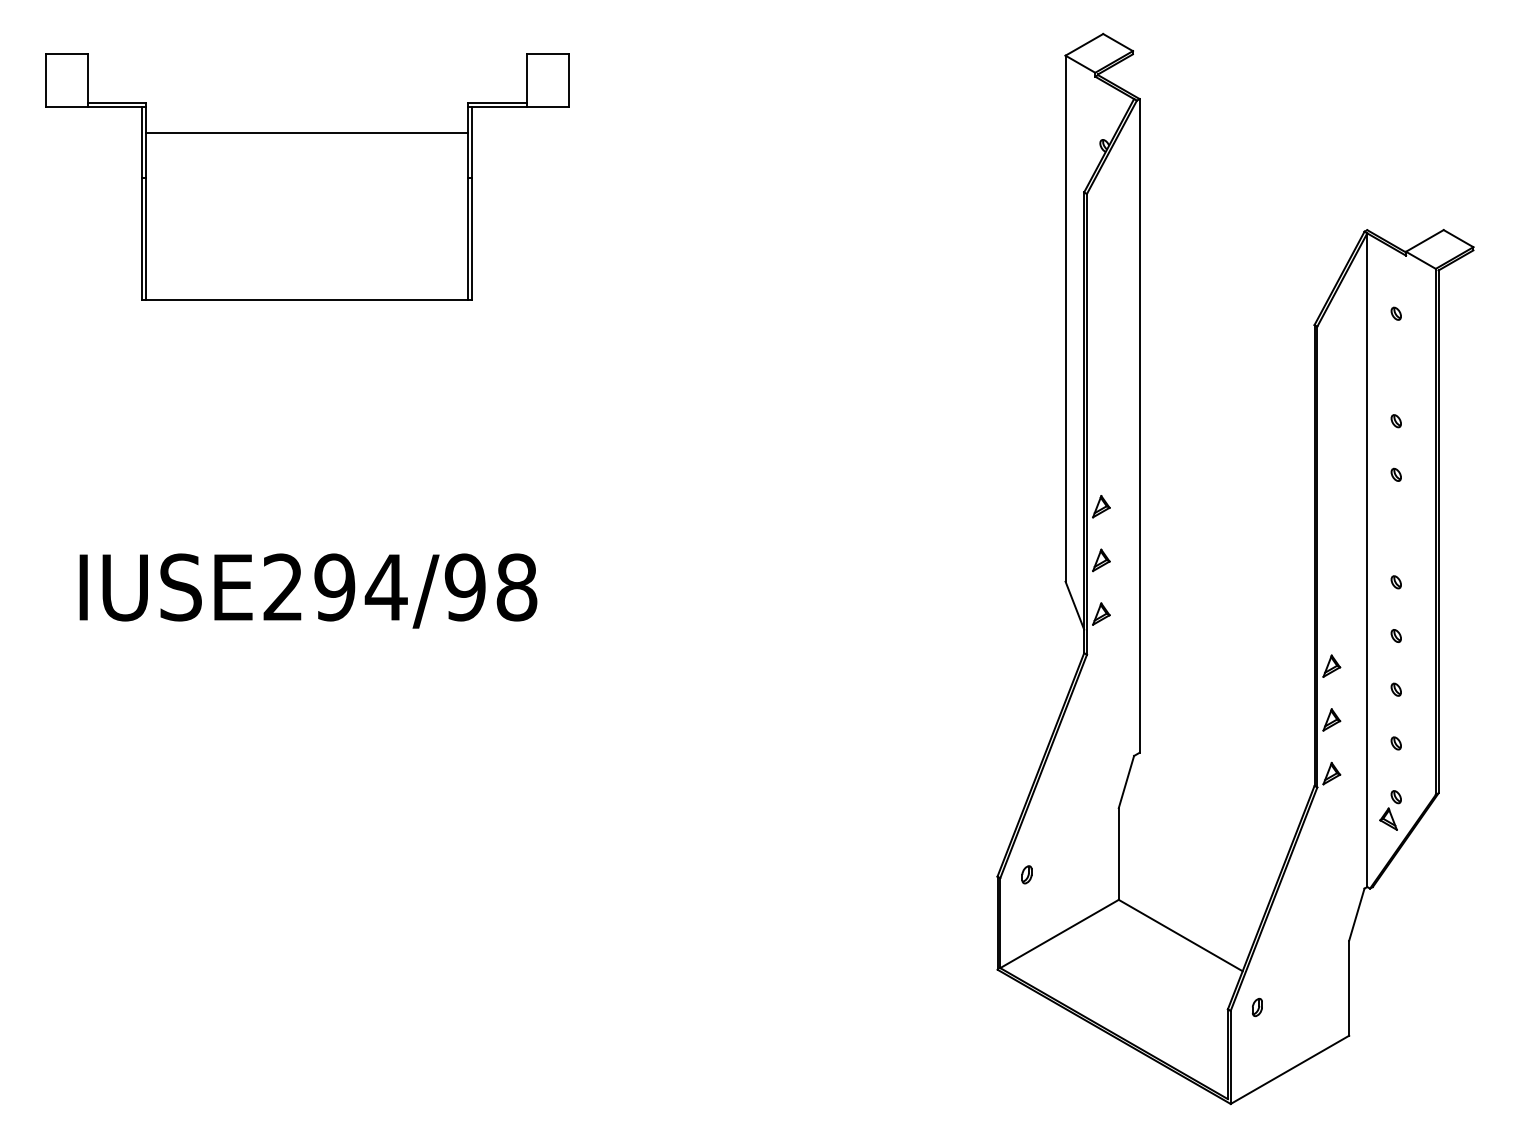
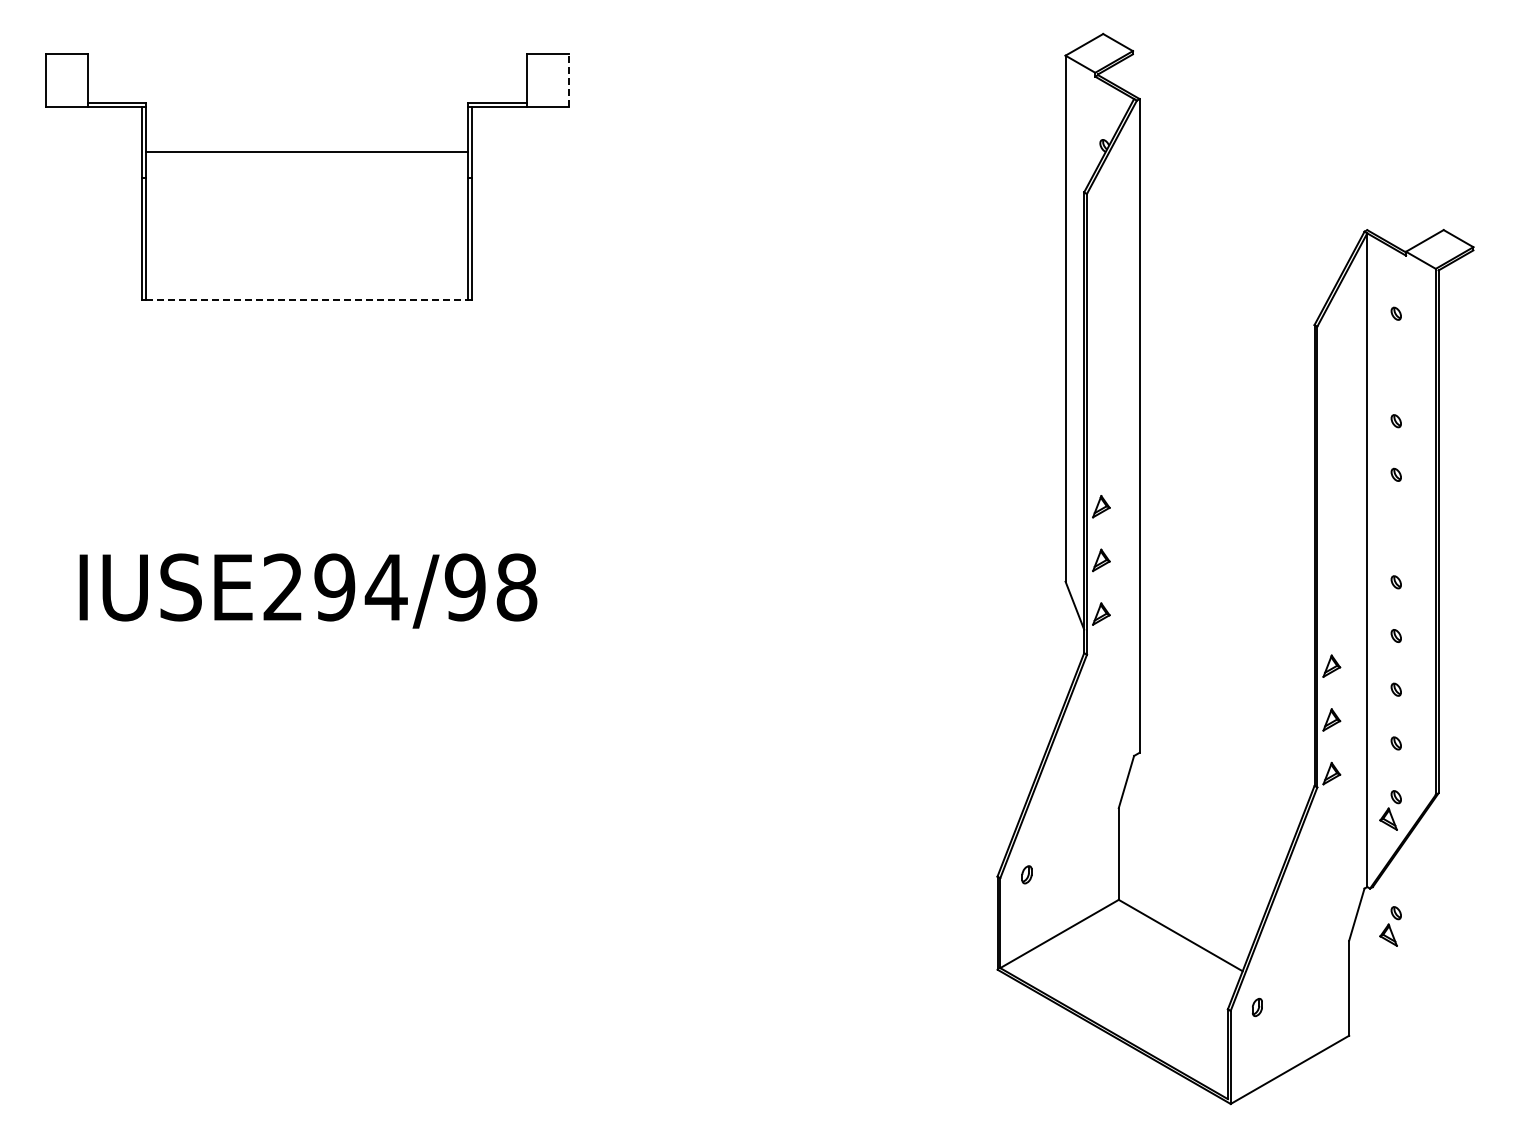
line at (569, 80): solid -> dashed
line at (307, 132) position: (307, 132) -> (307, 151)
line at (307, 300): solid -> dashed
part at (1390, 926): none -> present
